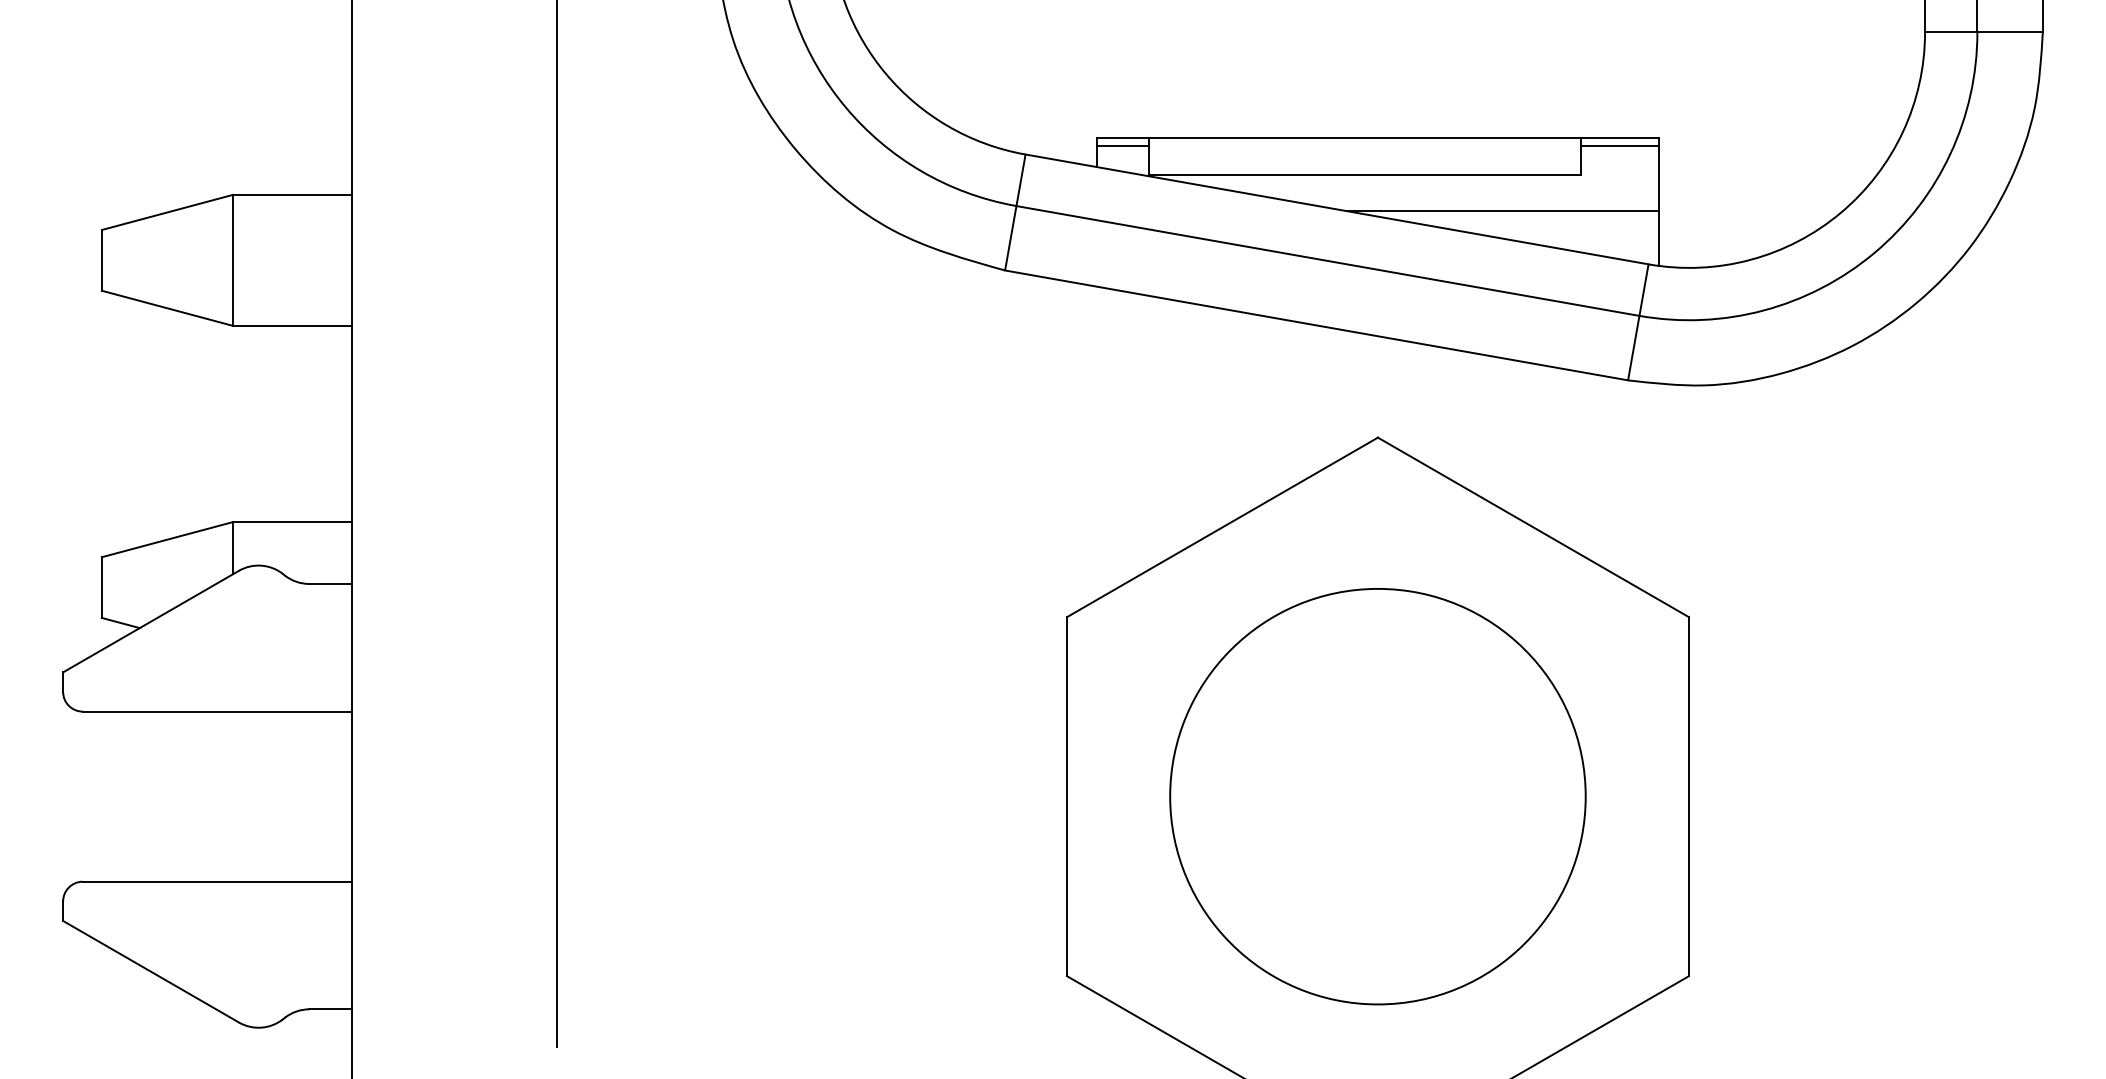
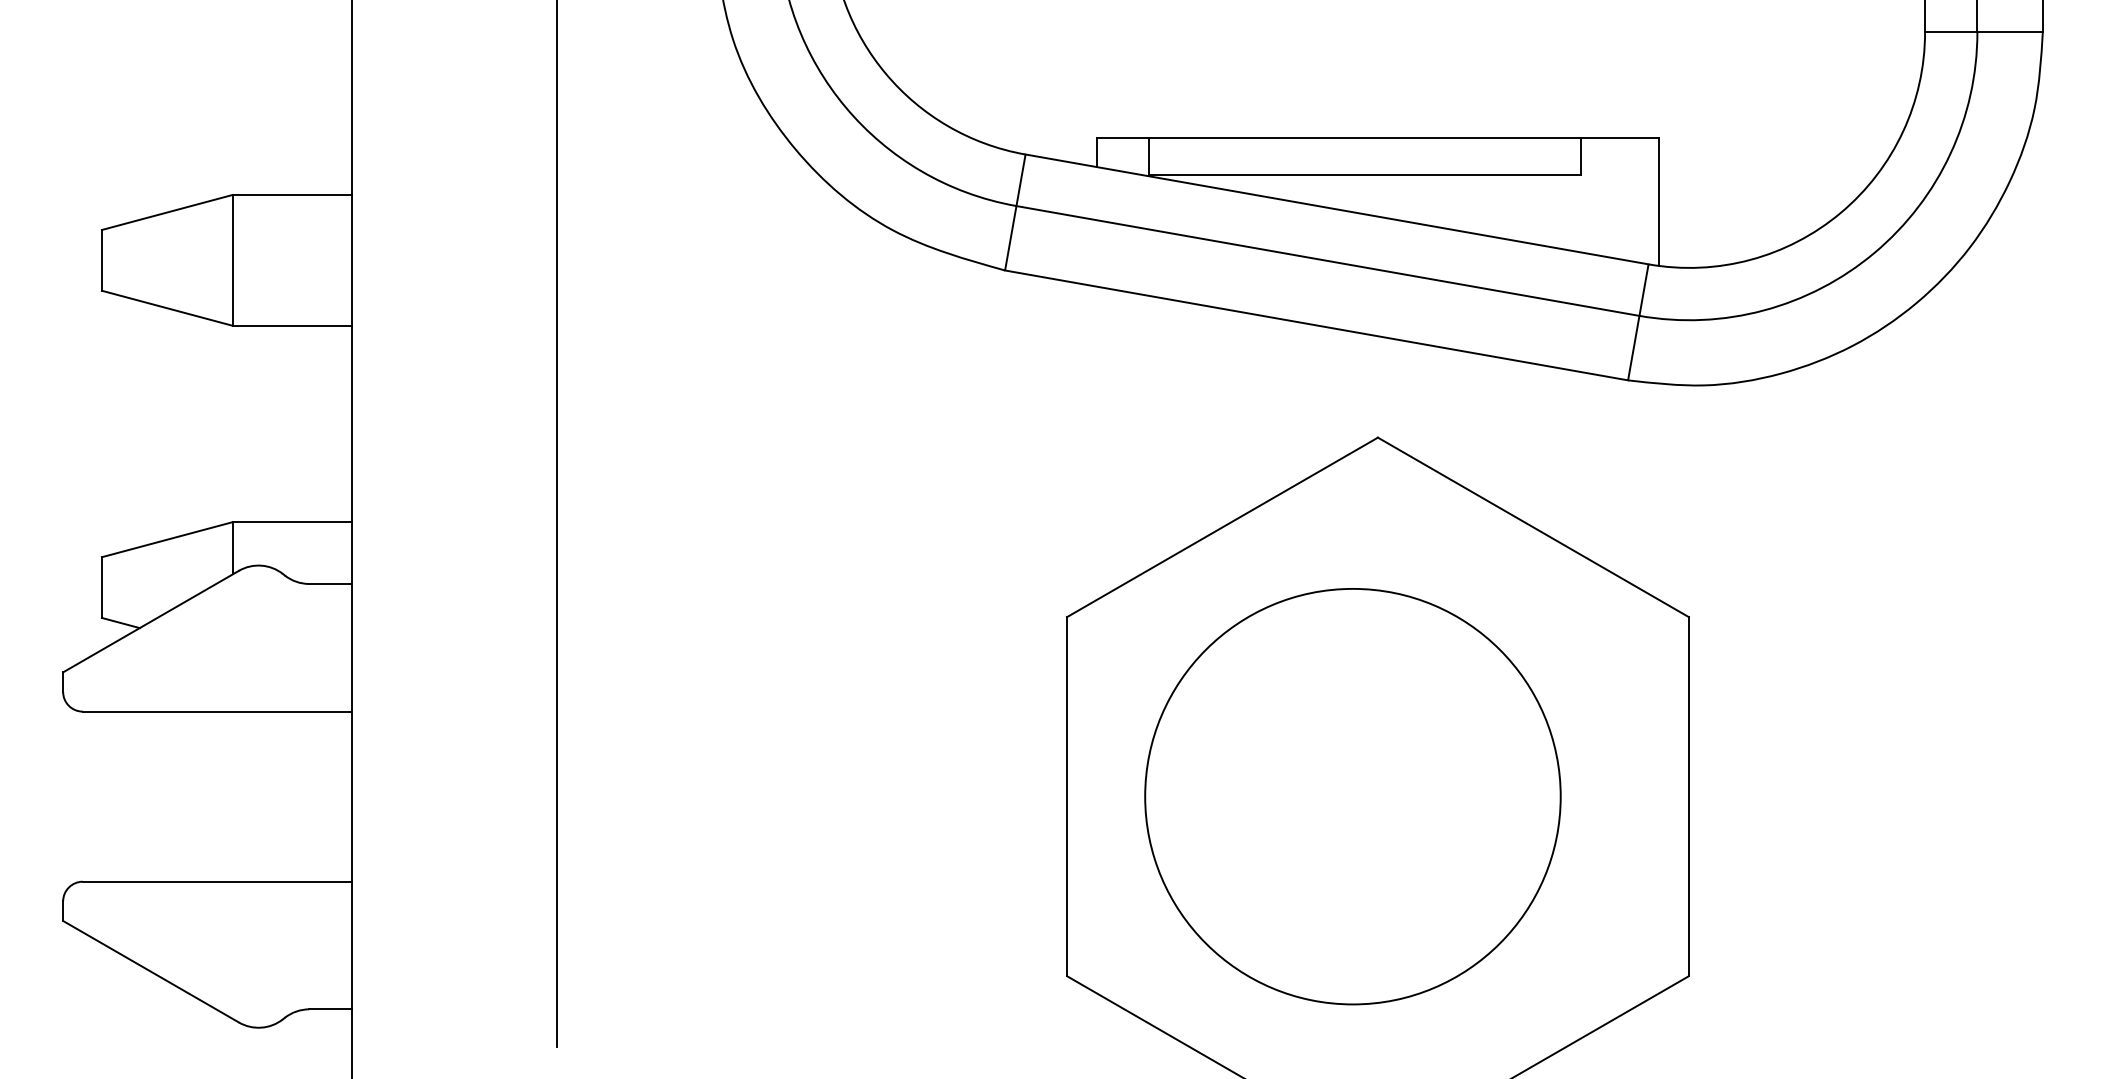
line at (1122, 145): present -> none
line at (1619, 145): present -> none
line at (1502, 210): present -> none
circle at (1377, 796) position: (1377, 796) -> (1352, 796)
